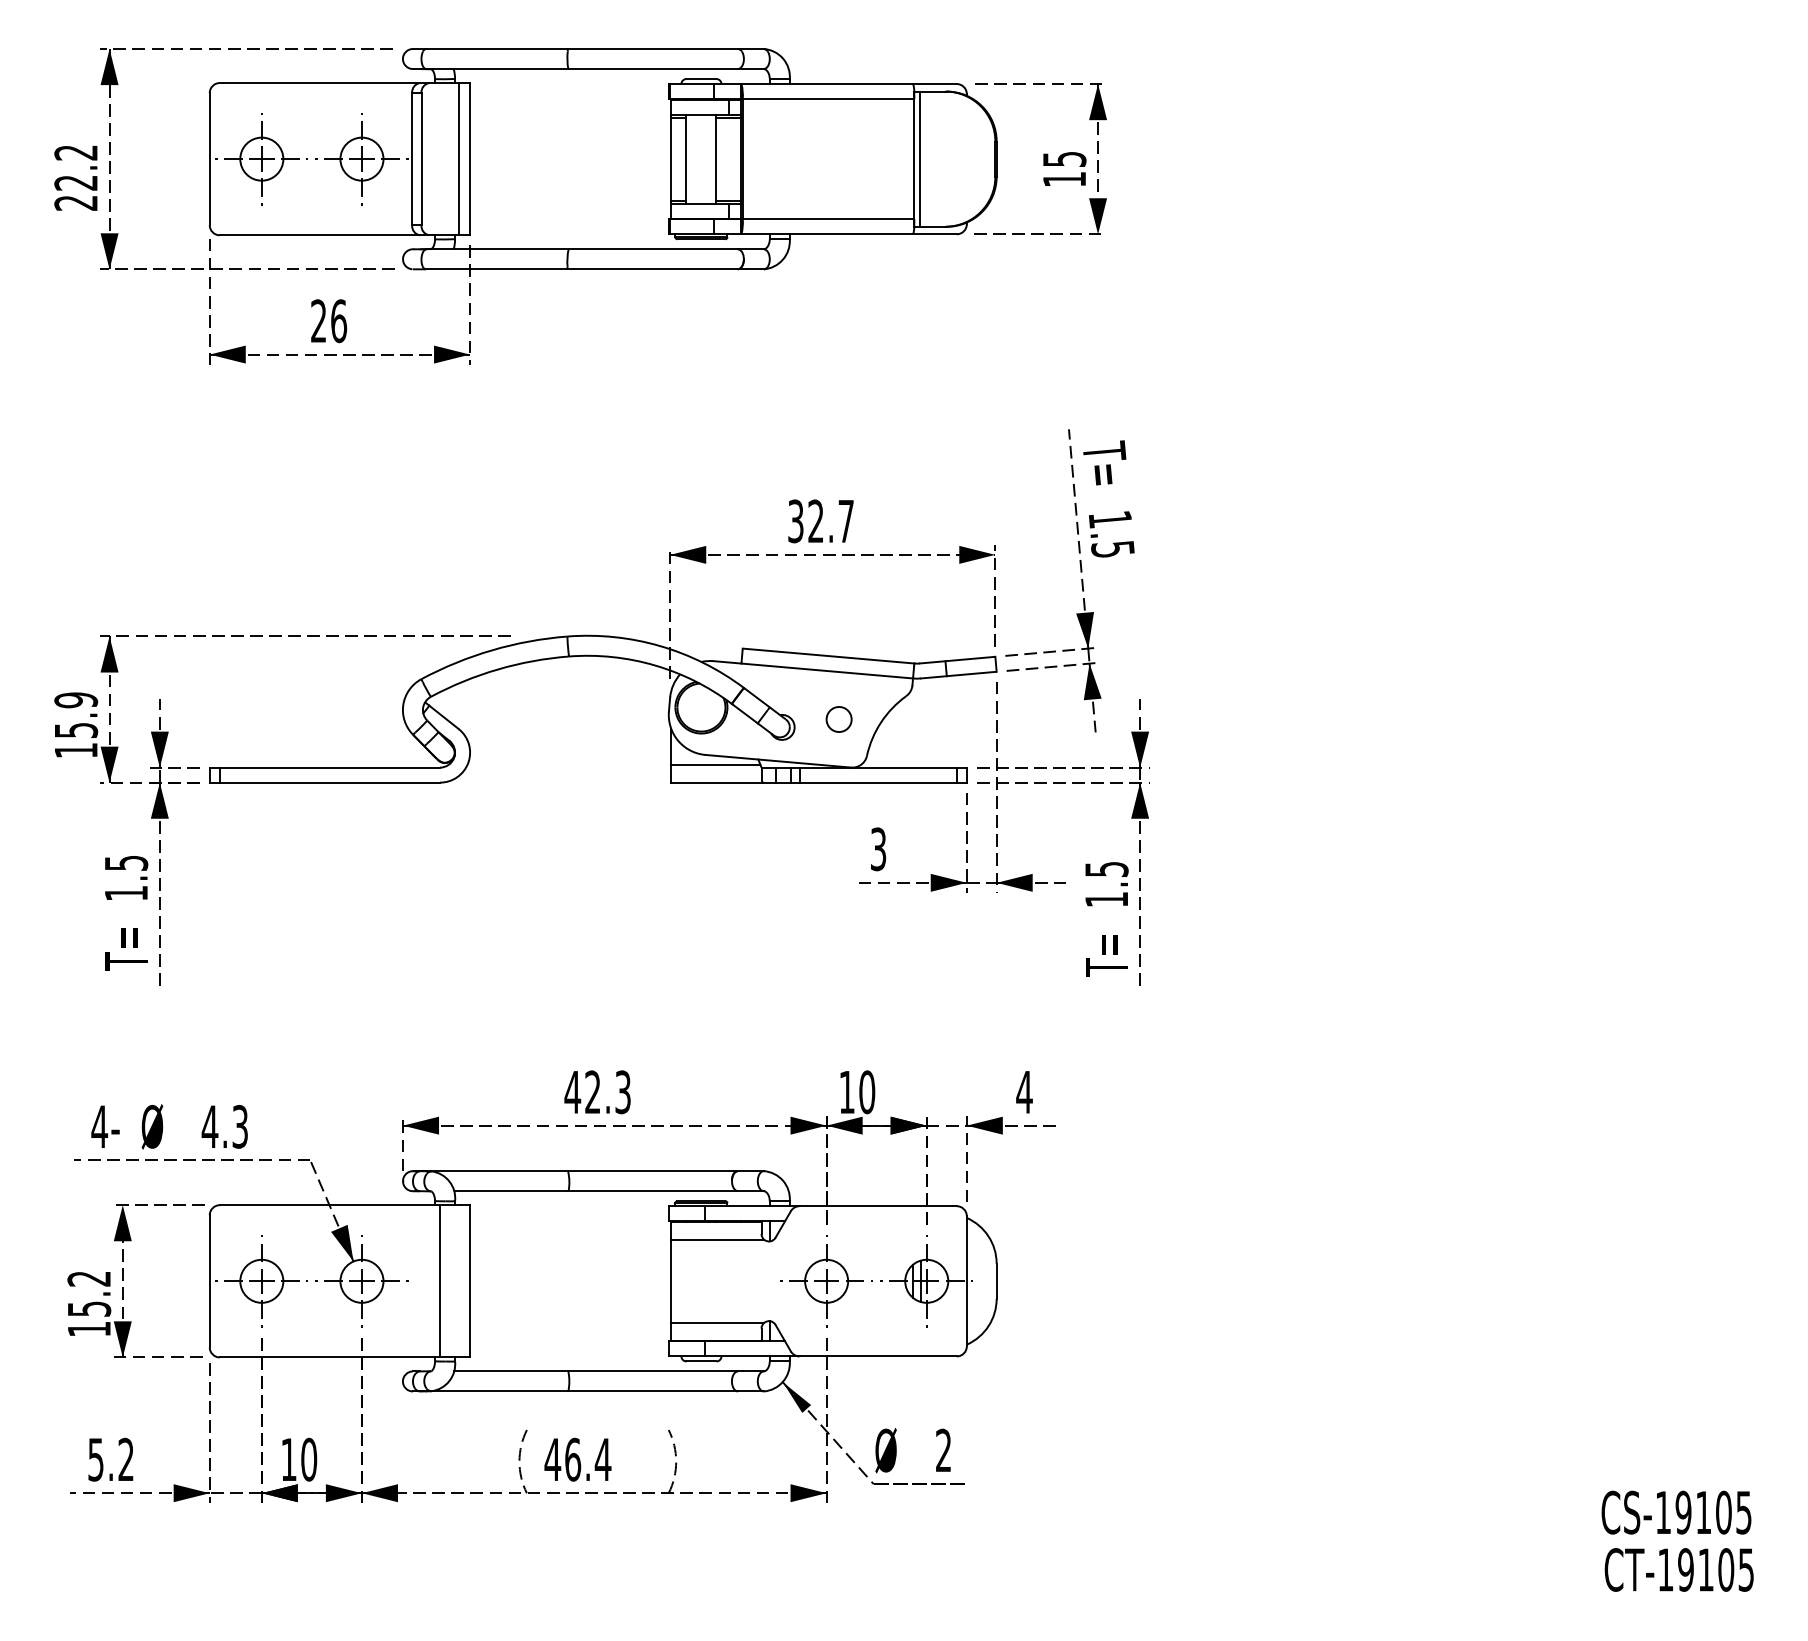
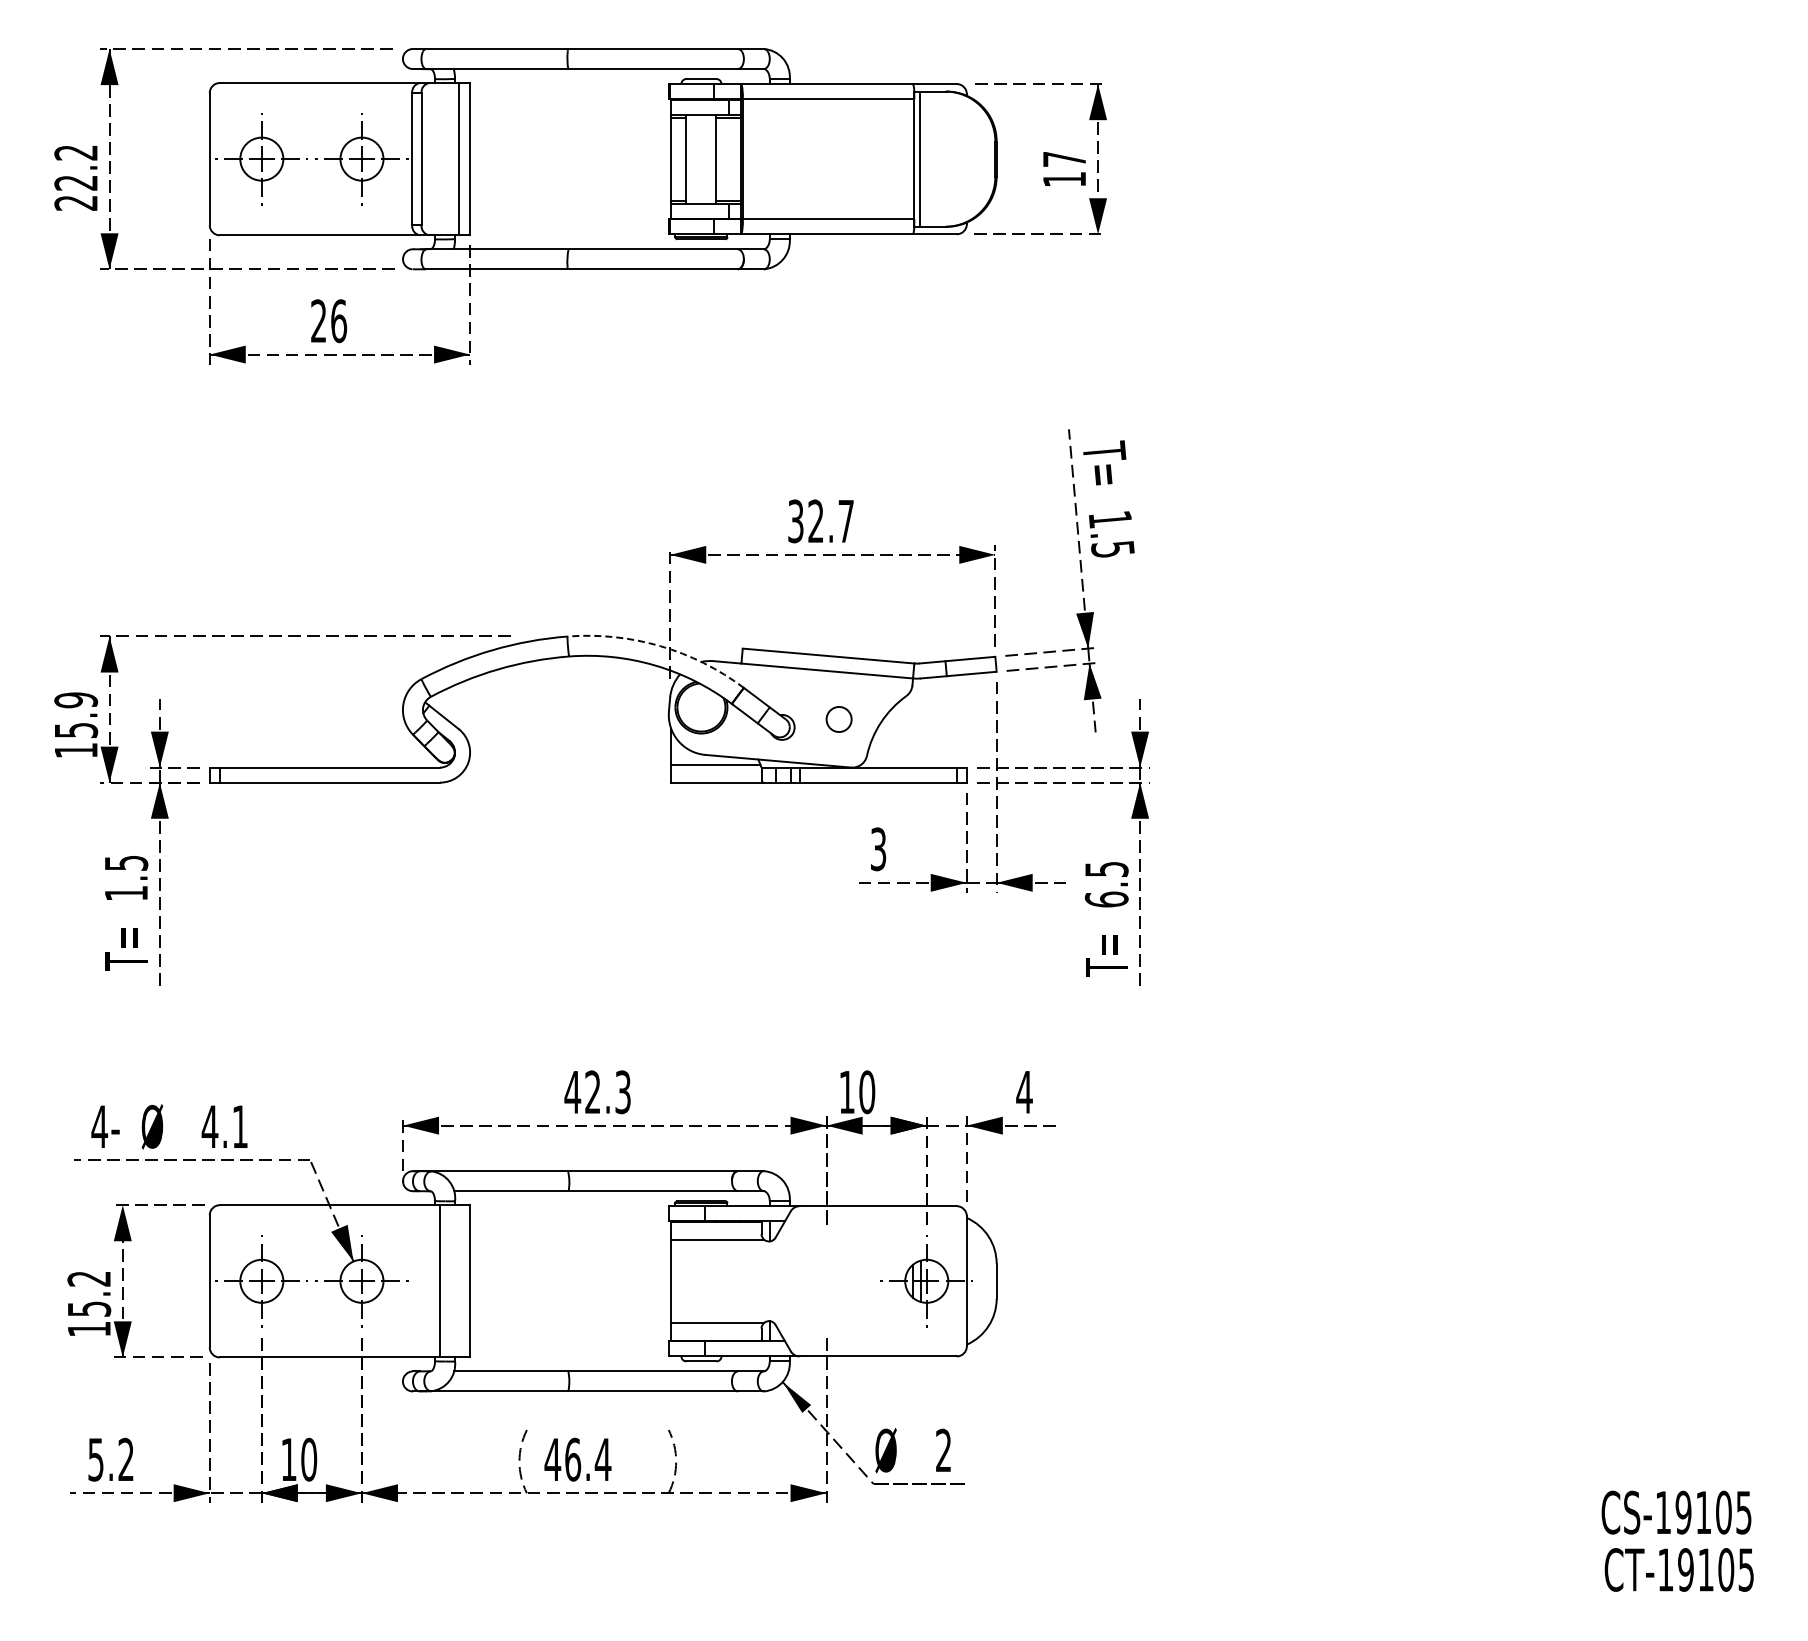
text at (1064, 159): 15 -> 17
arc at (660, 646): solid -> dashed
text at (1106, 899): 1.5 -> 6.5
text at (239, 1126): 4.3 -> 4.1
part at (826, 1281): present -> none
